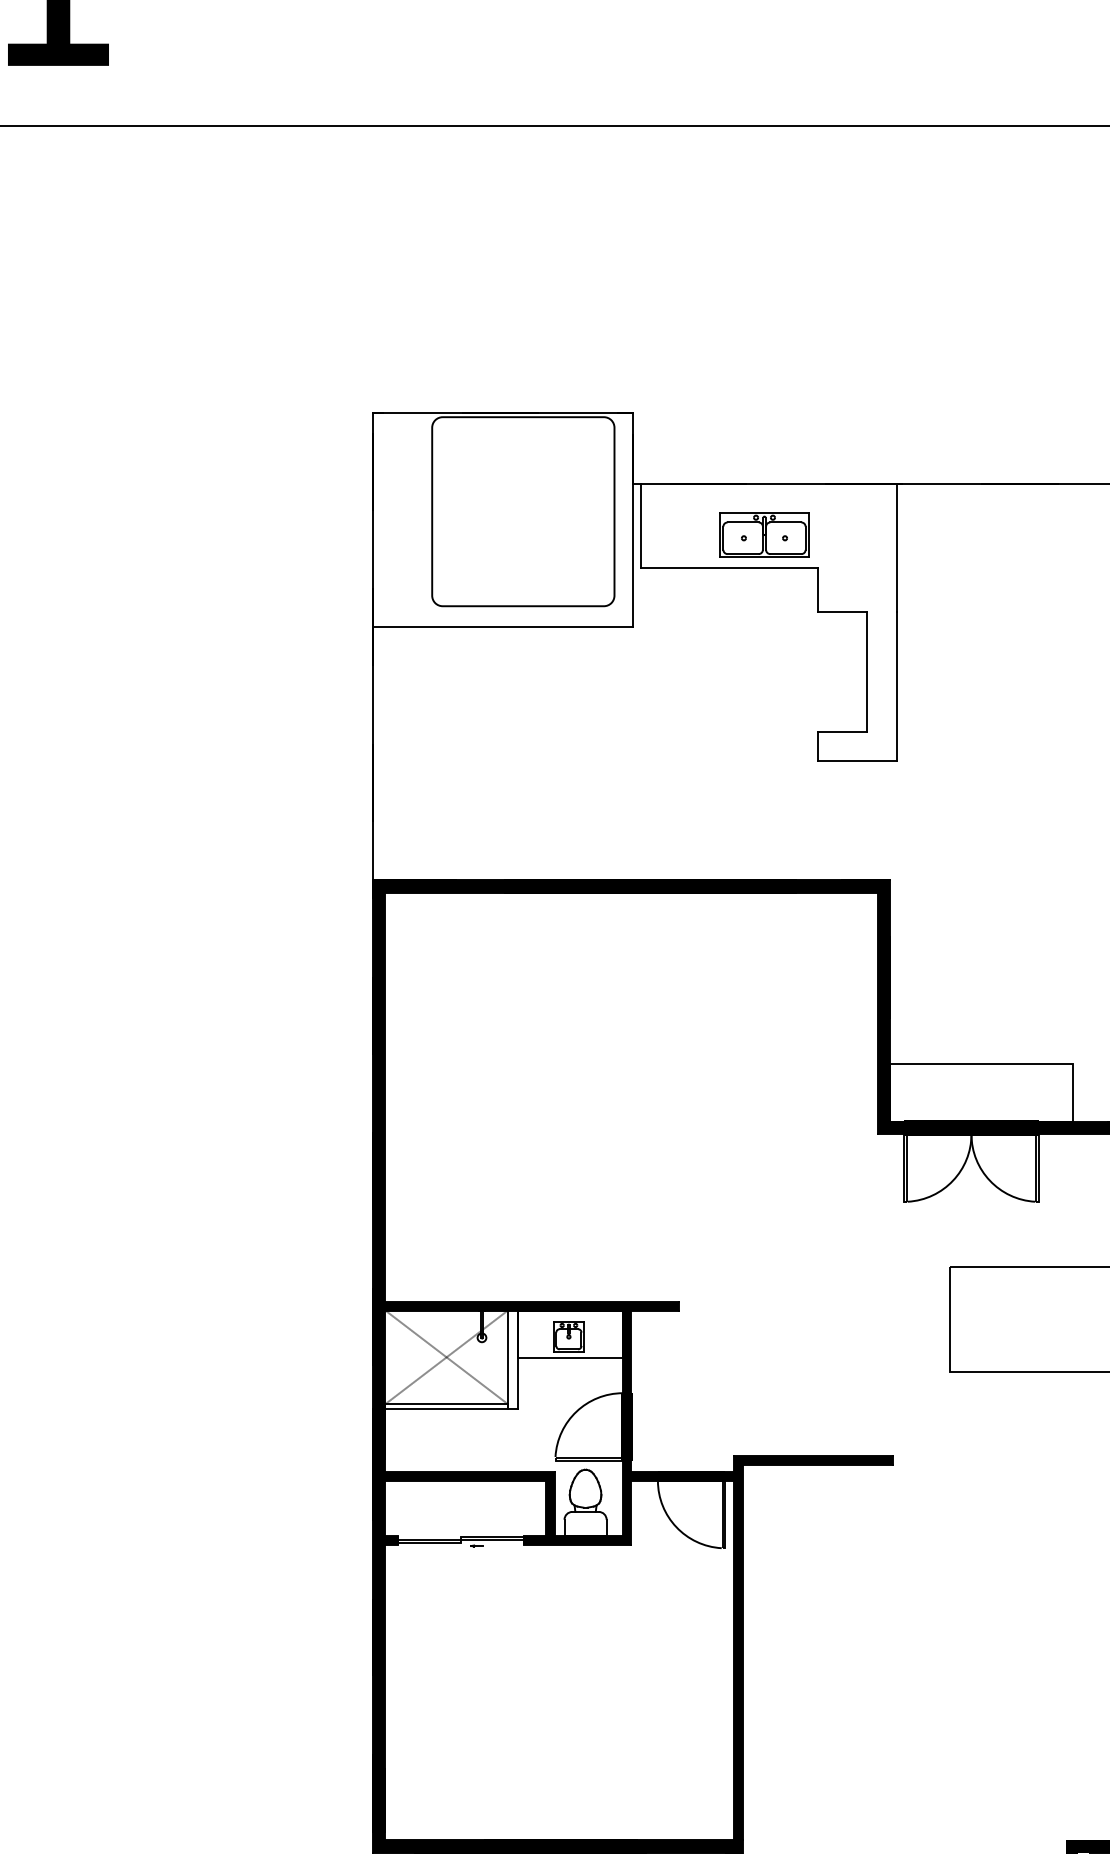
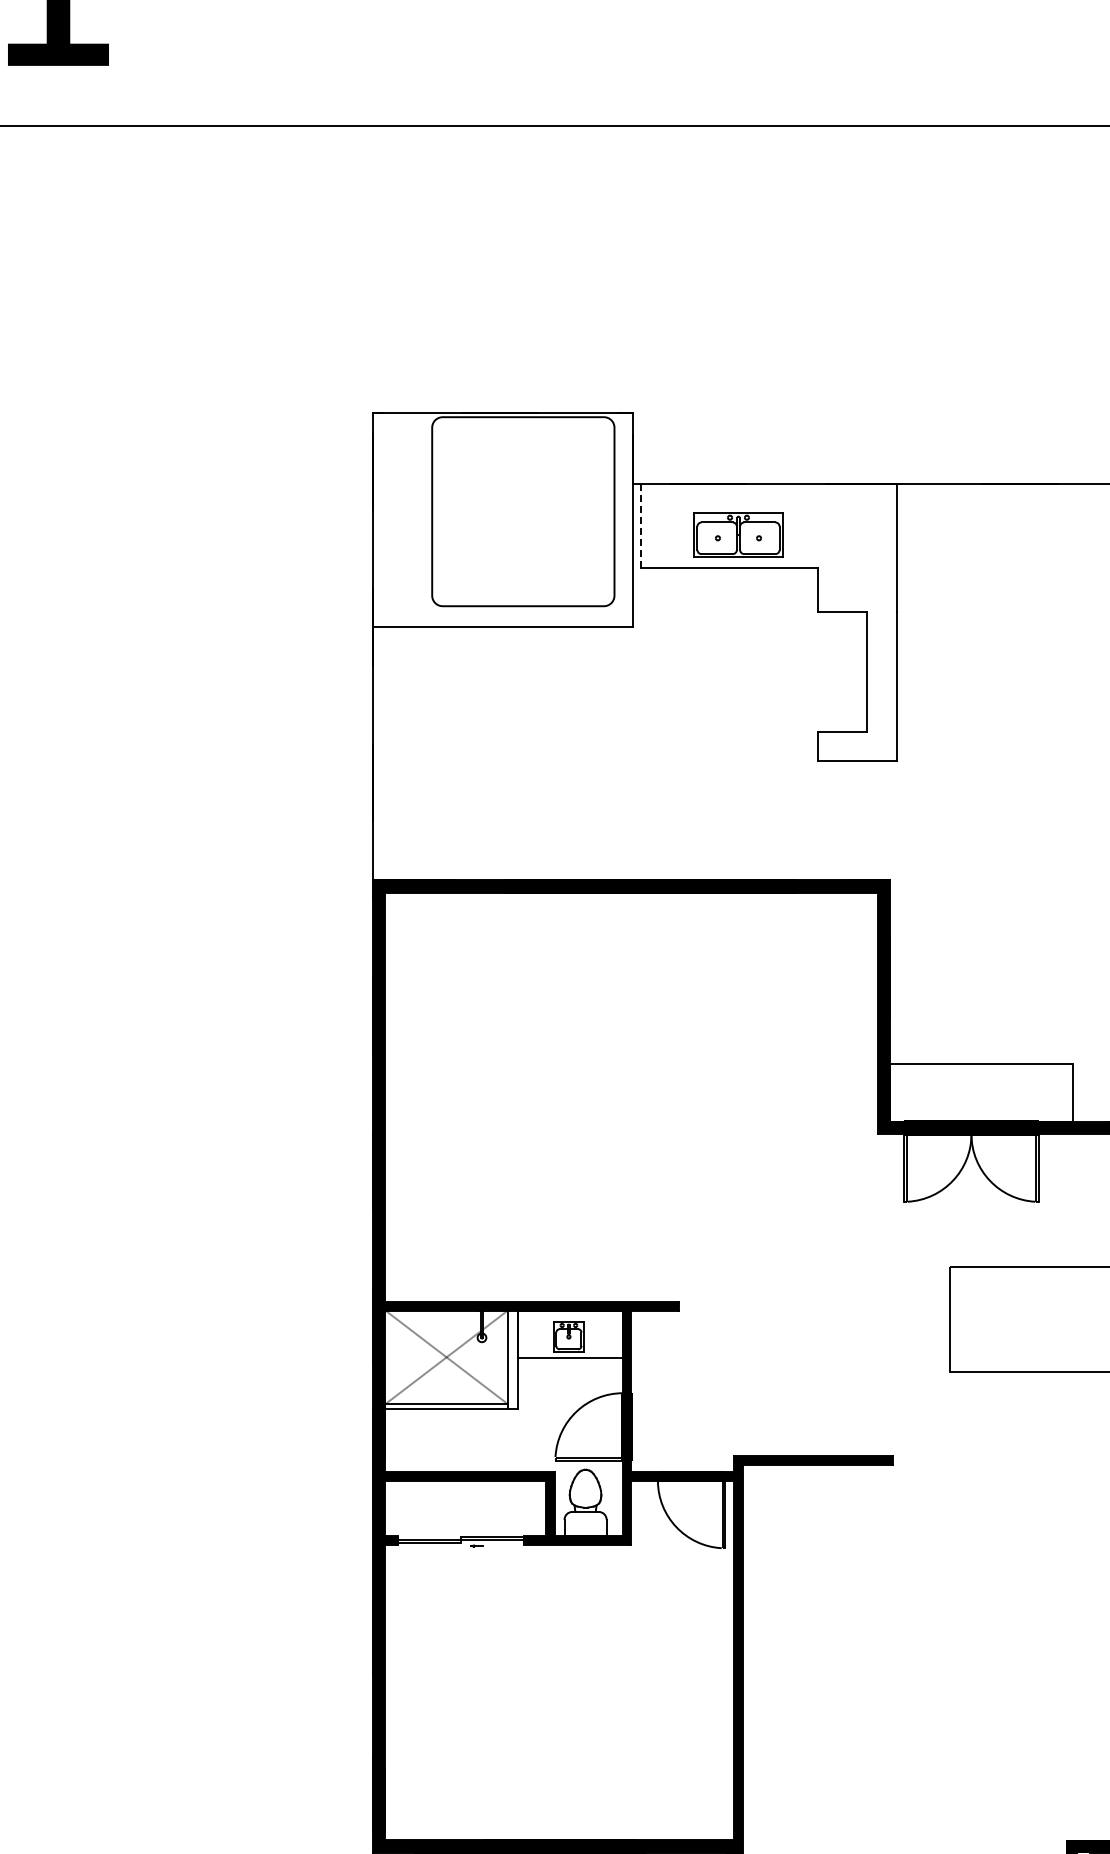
line at (640, 526): solid -> dashed
part at (764, 534) position: (764, 534) -> (738, 534)
